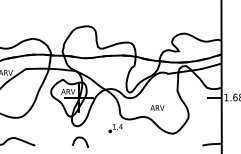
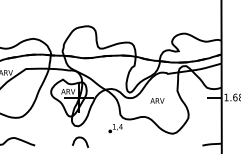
text at (157, 107) position: (157, 107) -> (157, 100)
